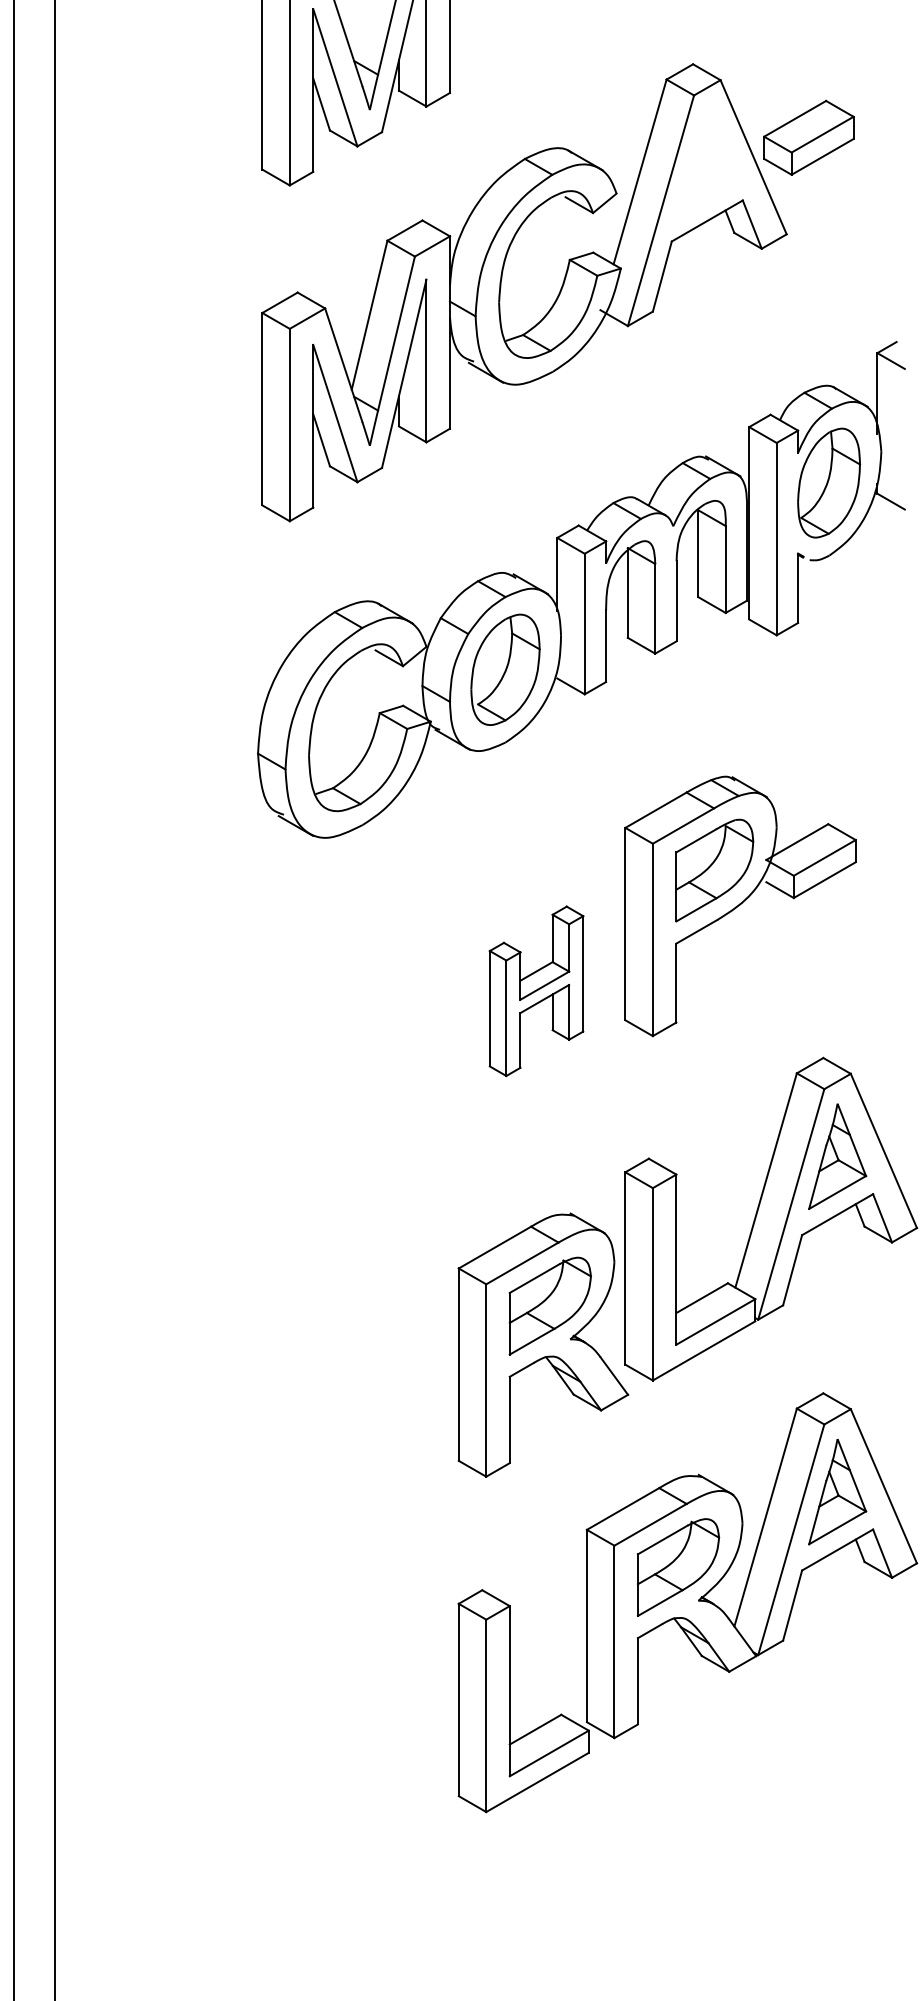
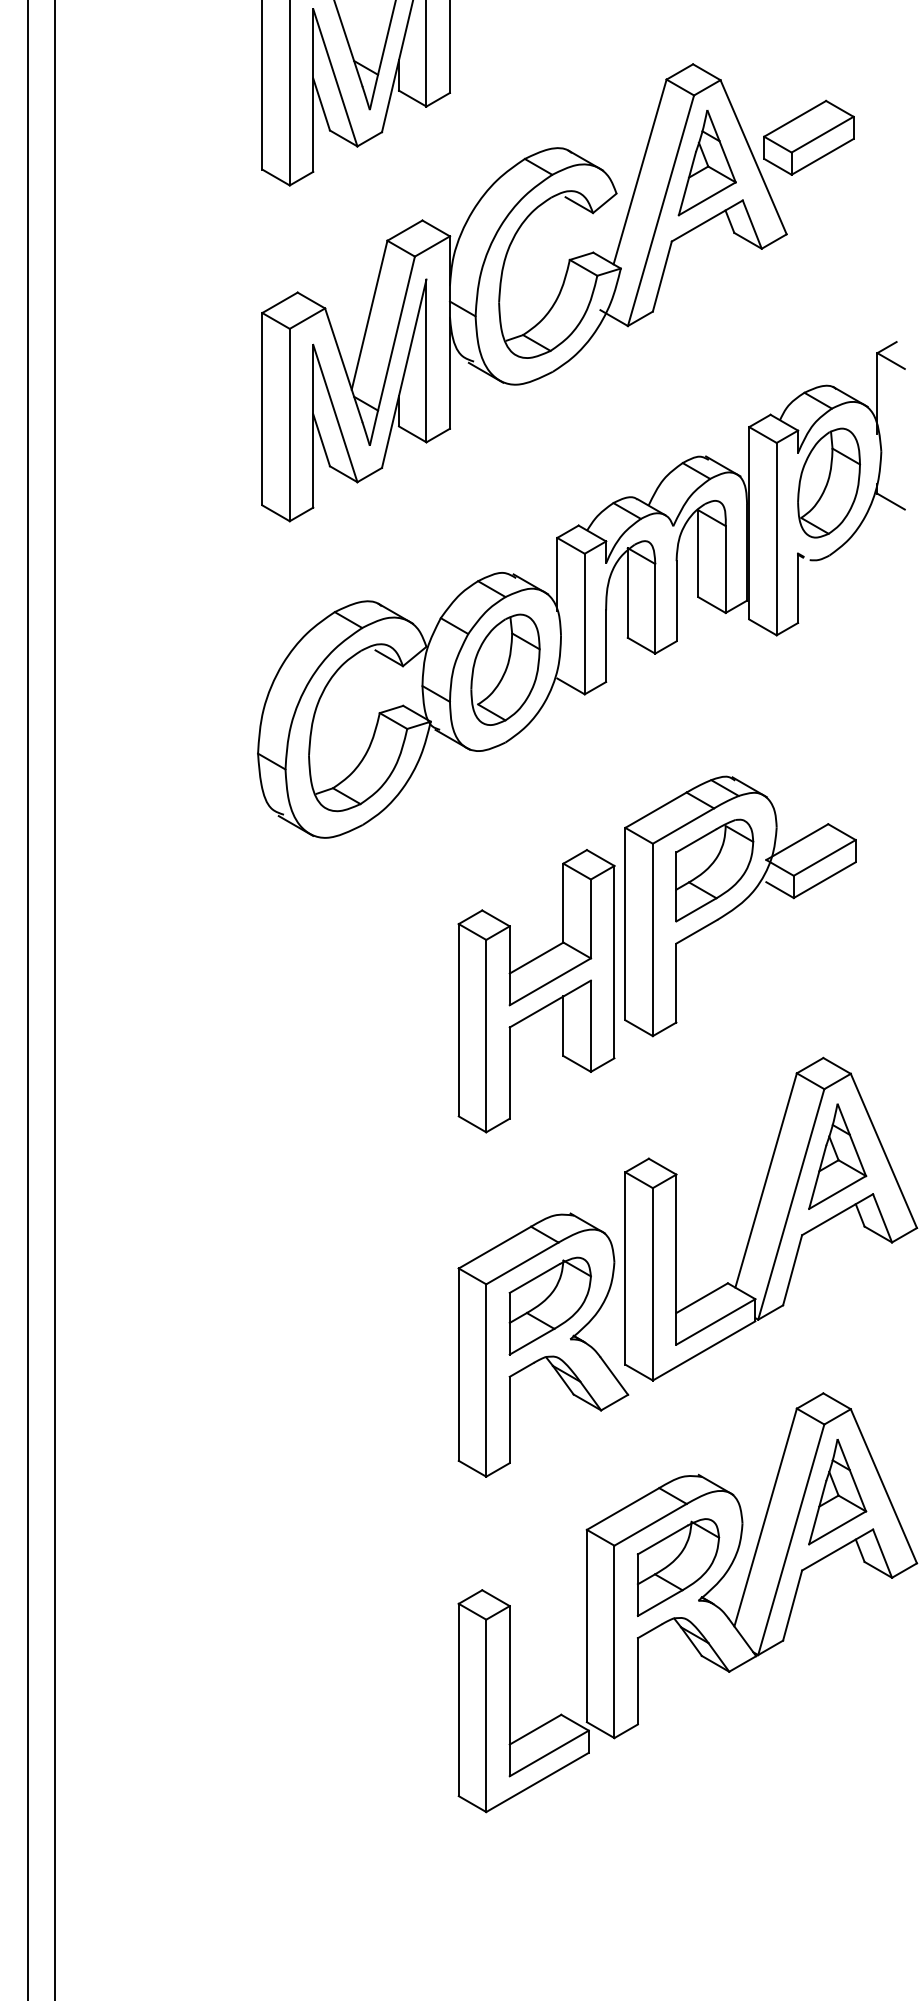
part at (706, 163): none -> present
part at (536, 991) size: 97x173 px -> 159x285 px
line at (13, 999) position: (13, 999) -> (27, 999)
